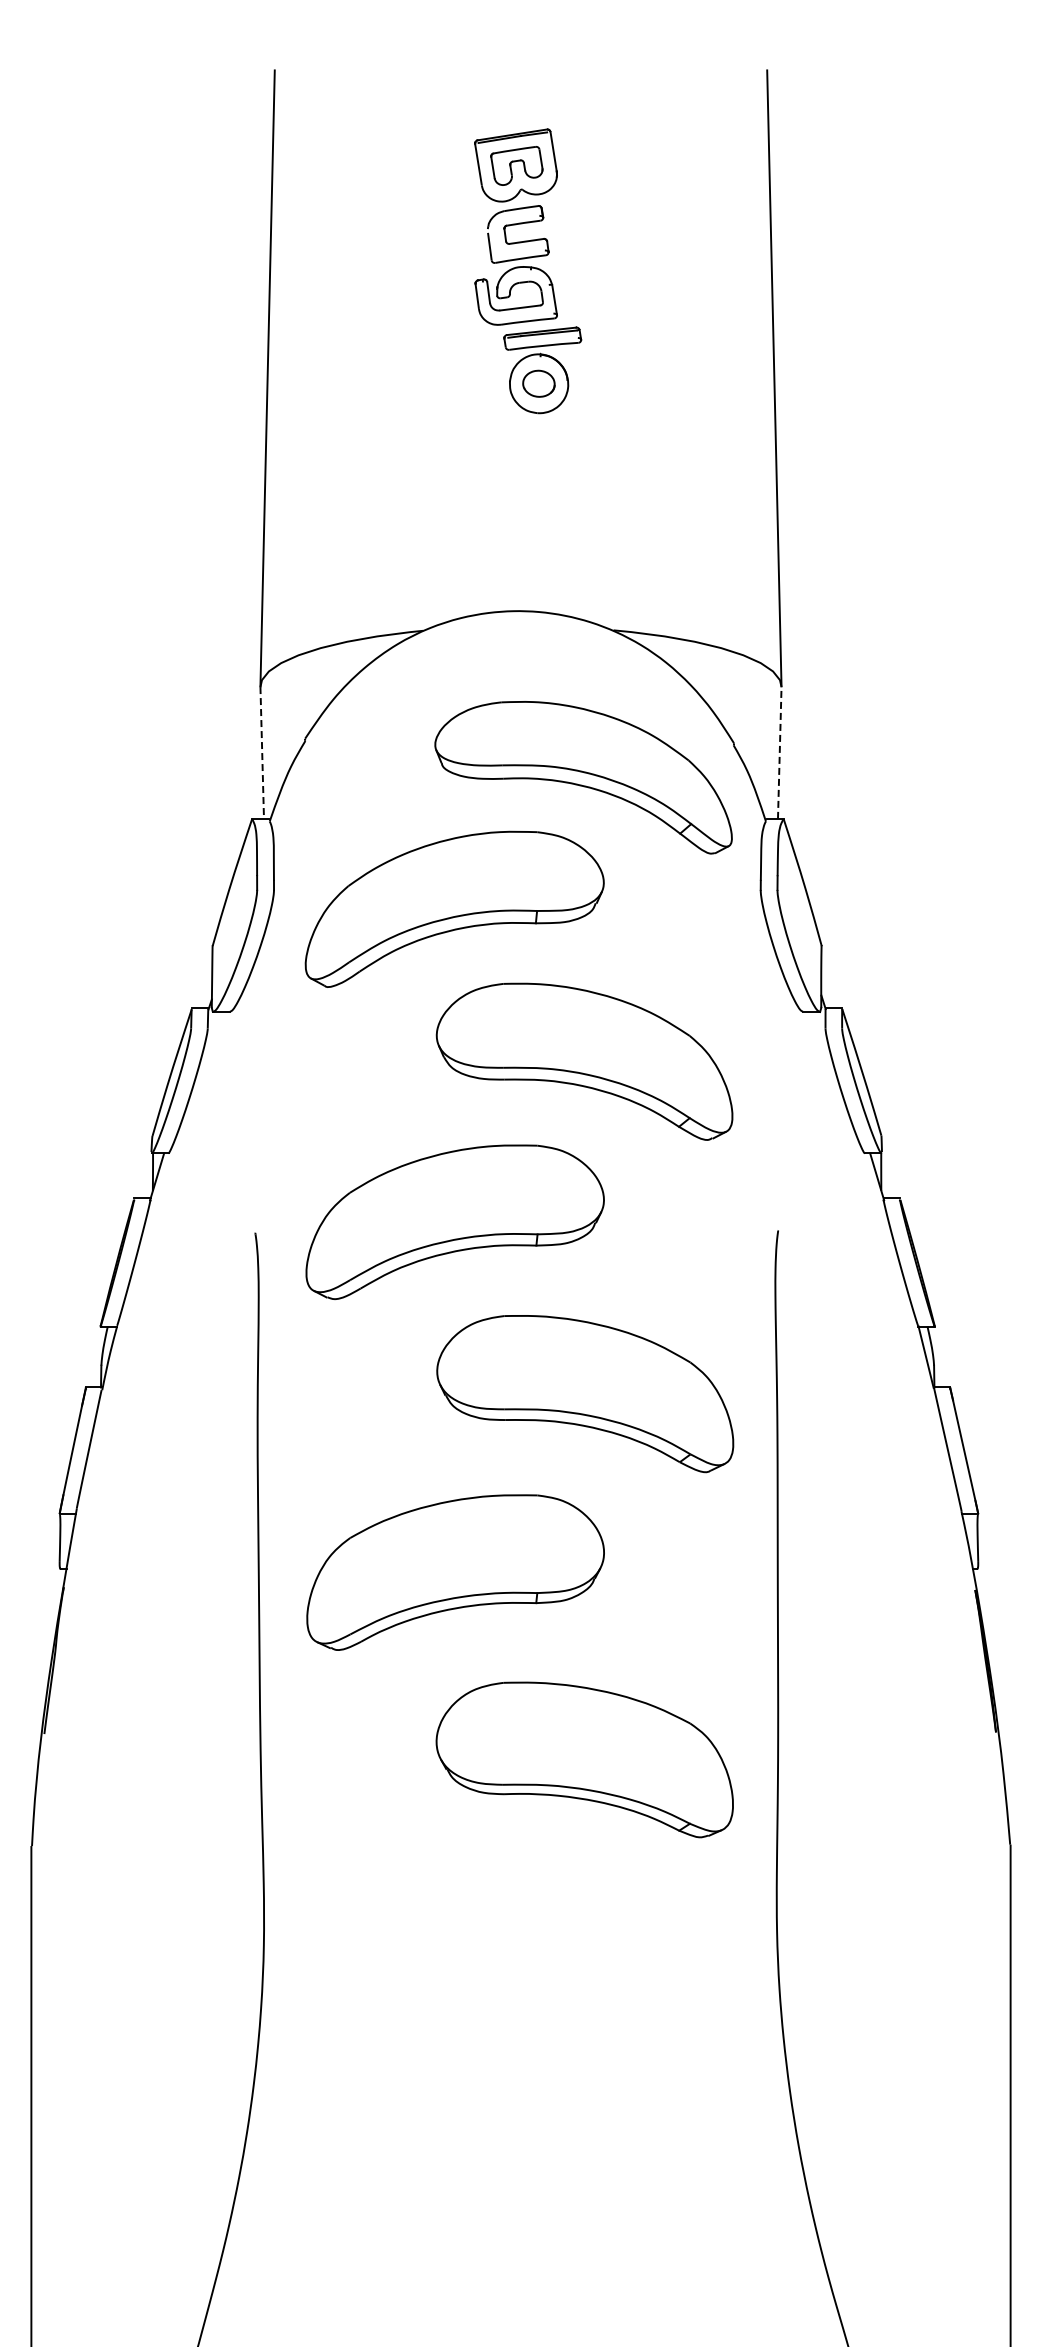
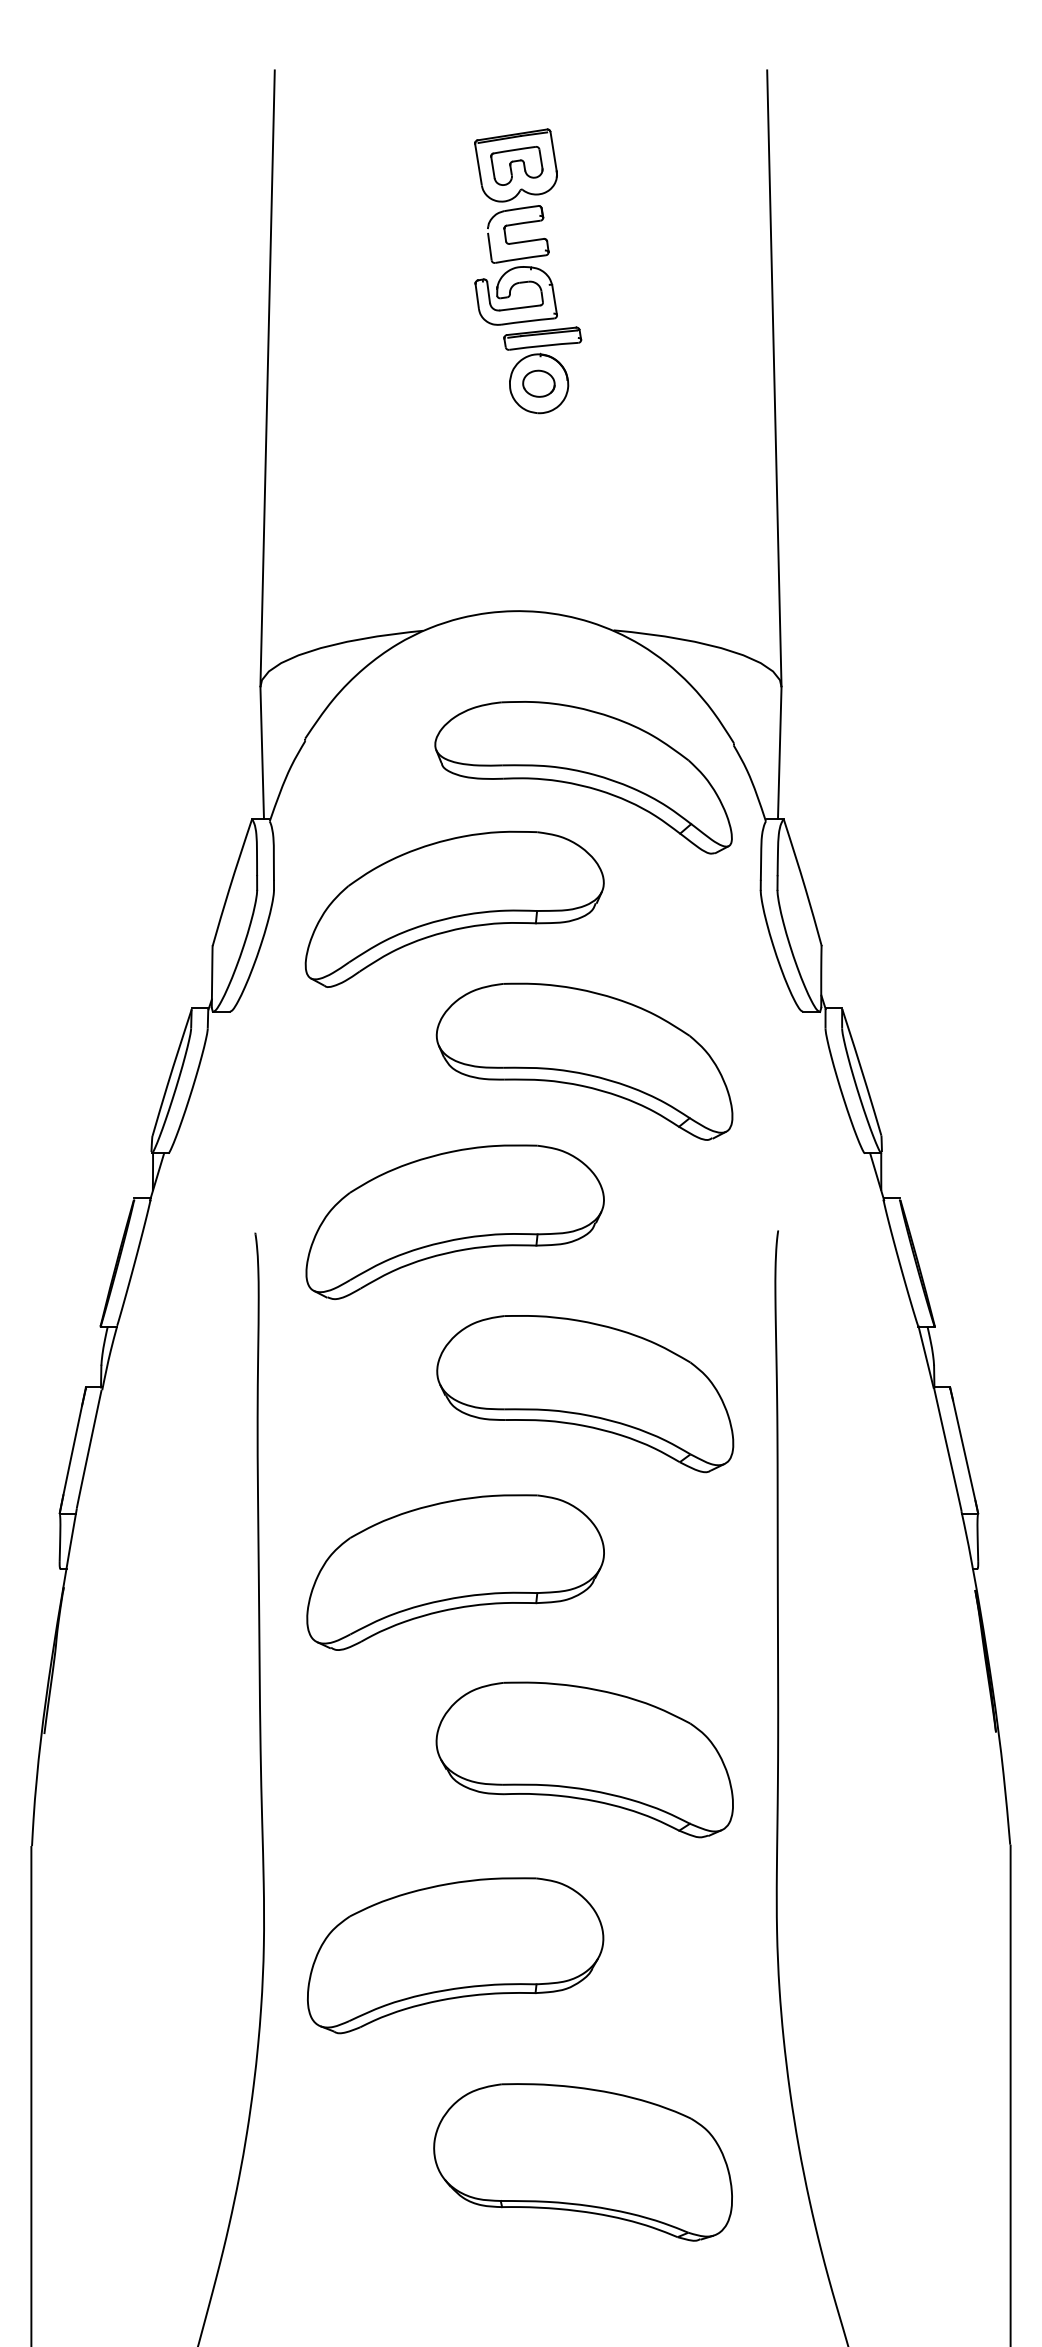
line at (262, 752): dashed -> solid
line at (779, 752): dashed -> solid
part at (455, 1955): none -> present
part at (582, 2162): none -> present
